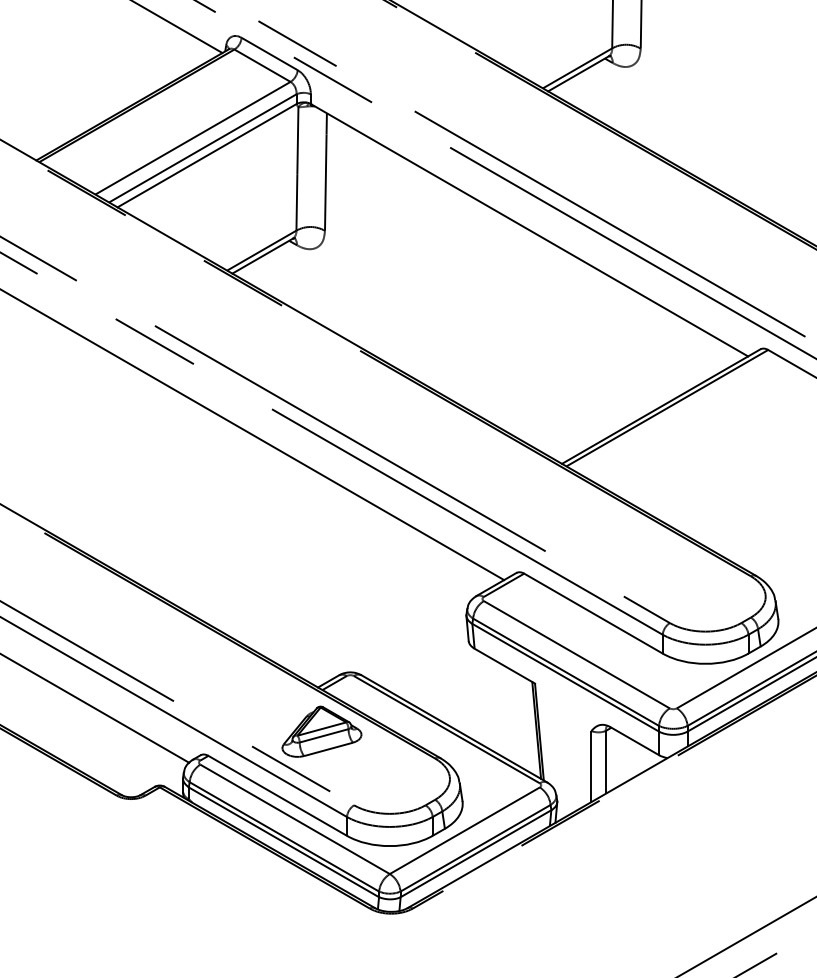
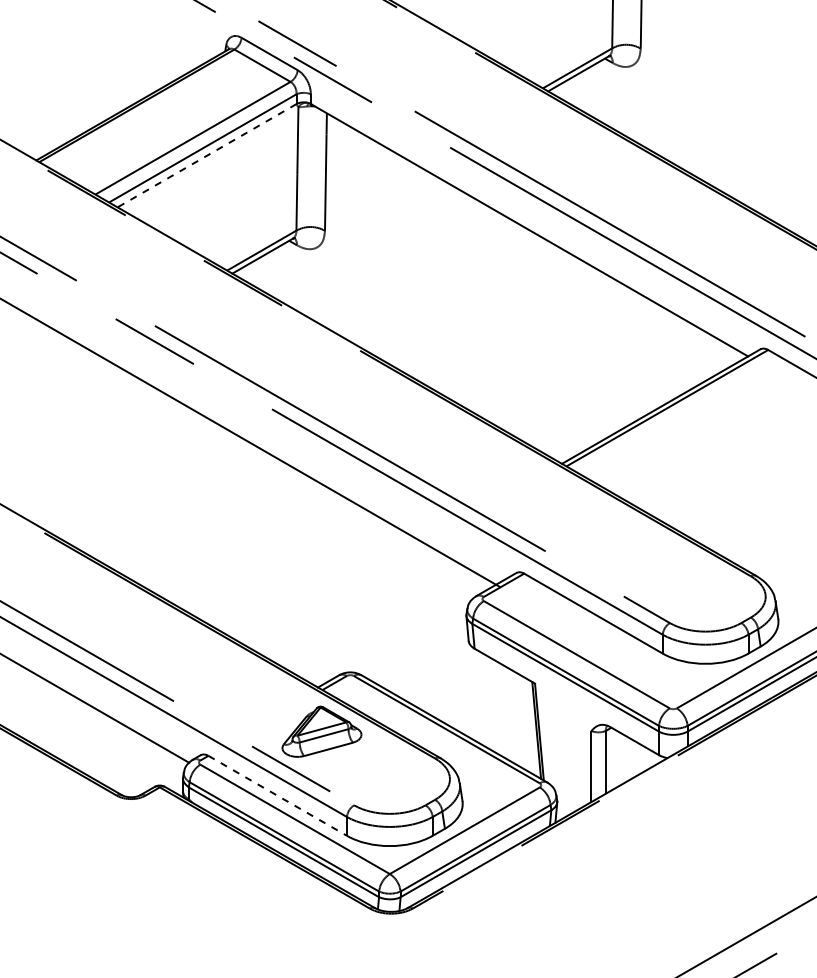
line at (178, 27): present -> none
line at (206, 155): solid -> dashed
line at (253, 435) position: (253, 435) -> (251, 443)
line at (277, 795): solid -> dashed
